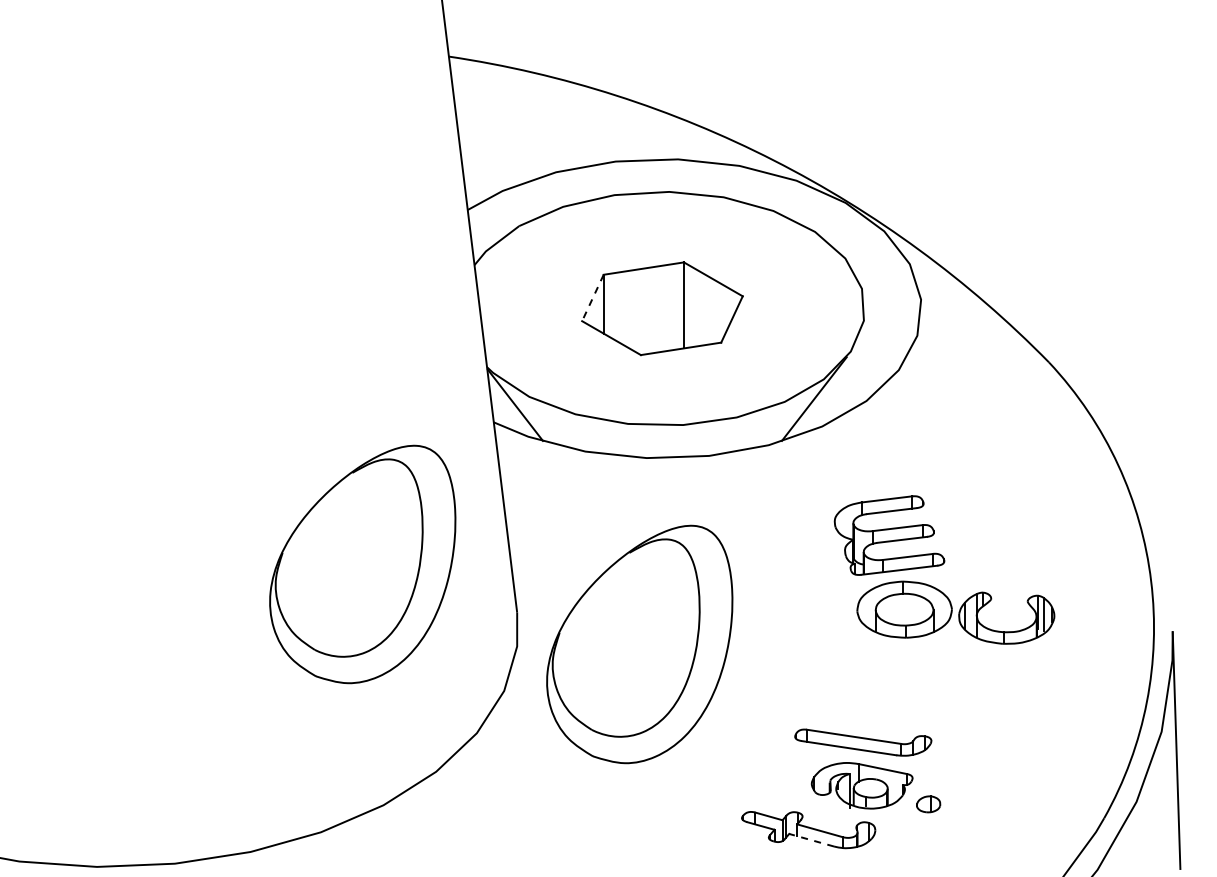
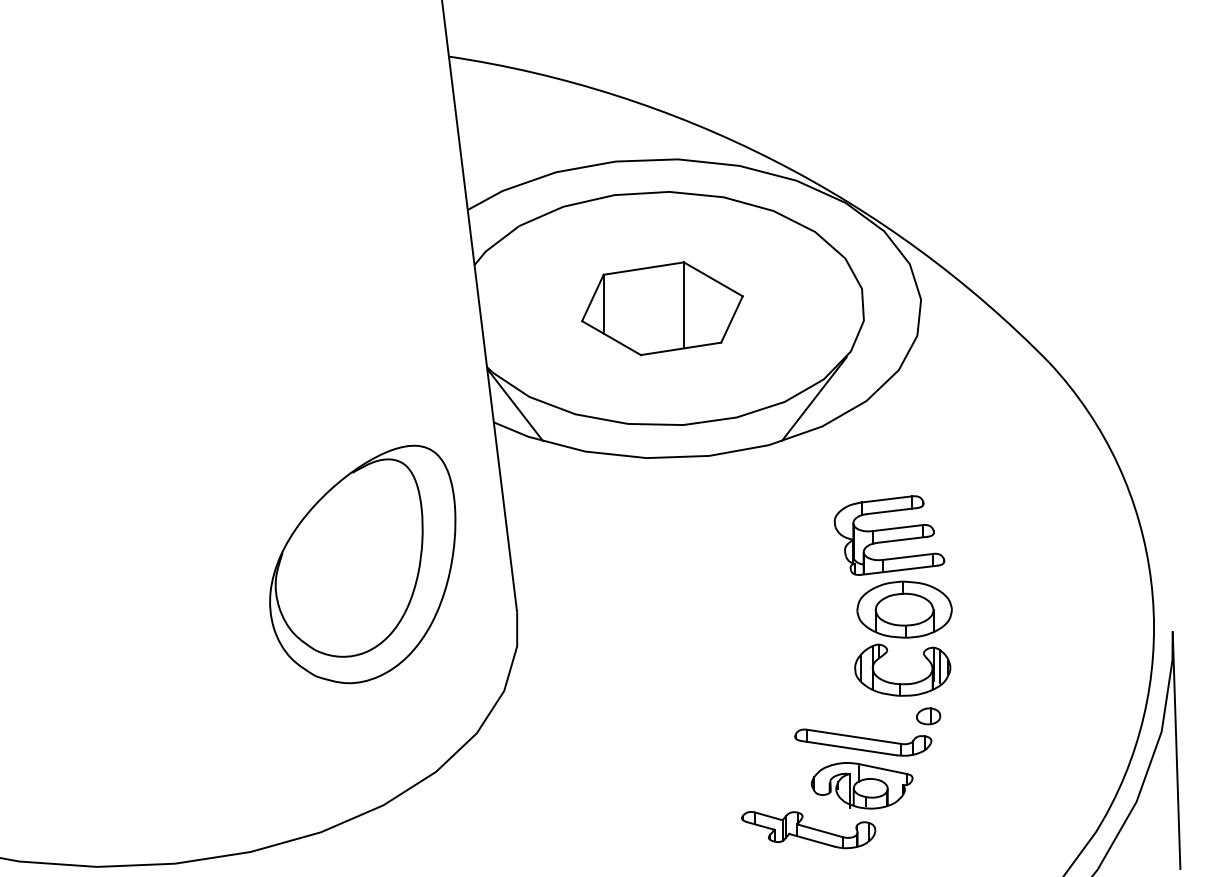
line at (592, 297): dashed -> solid
part at (1006, 631) position: (1006, 631) -> (902, 683)
part at (639, 644): present -> none
part at (928, 804) position: (928, 804) -> (928, 716)
line at (811, 840): dashed -> solid
